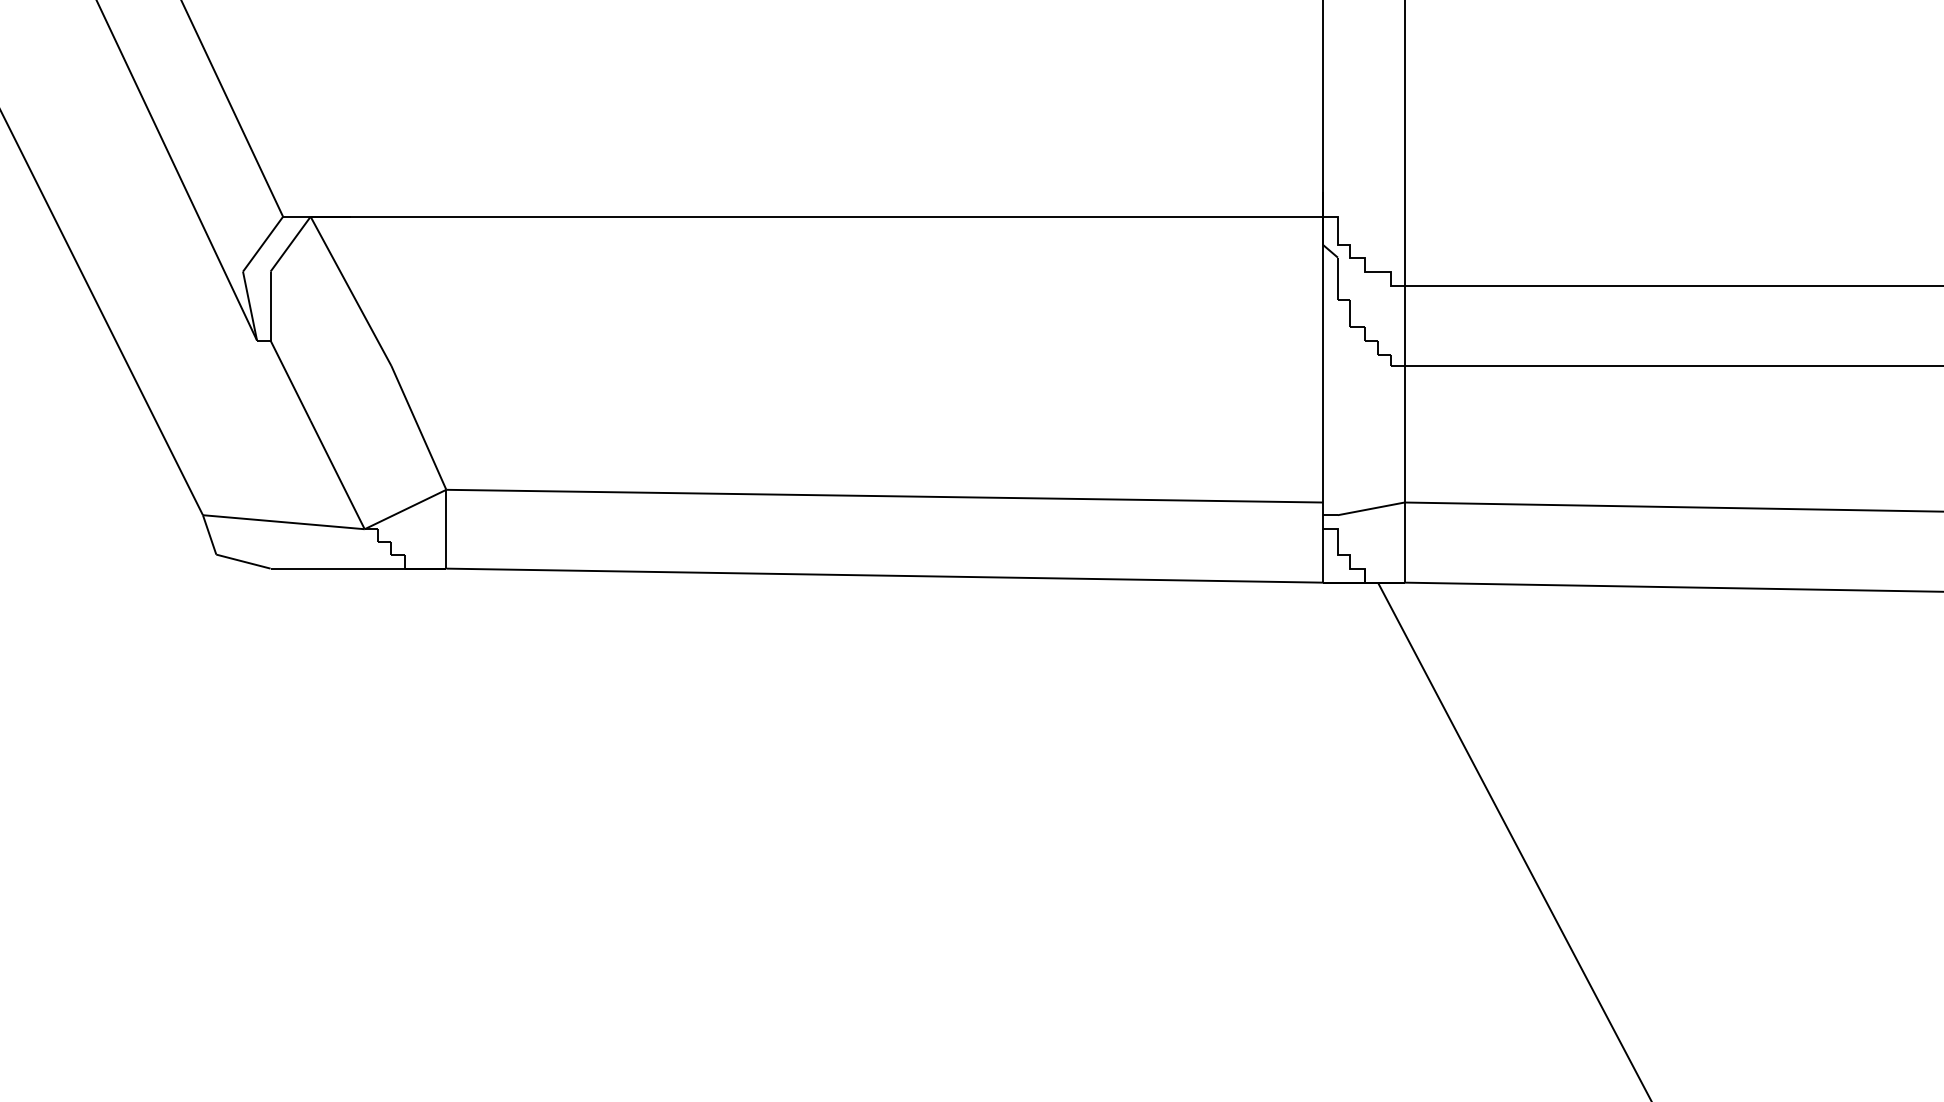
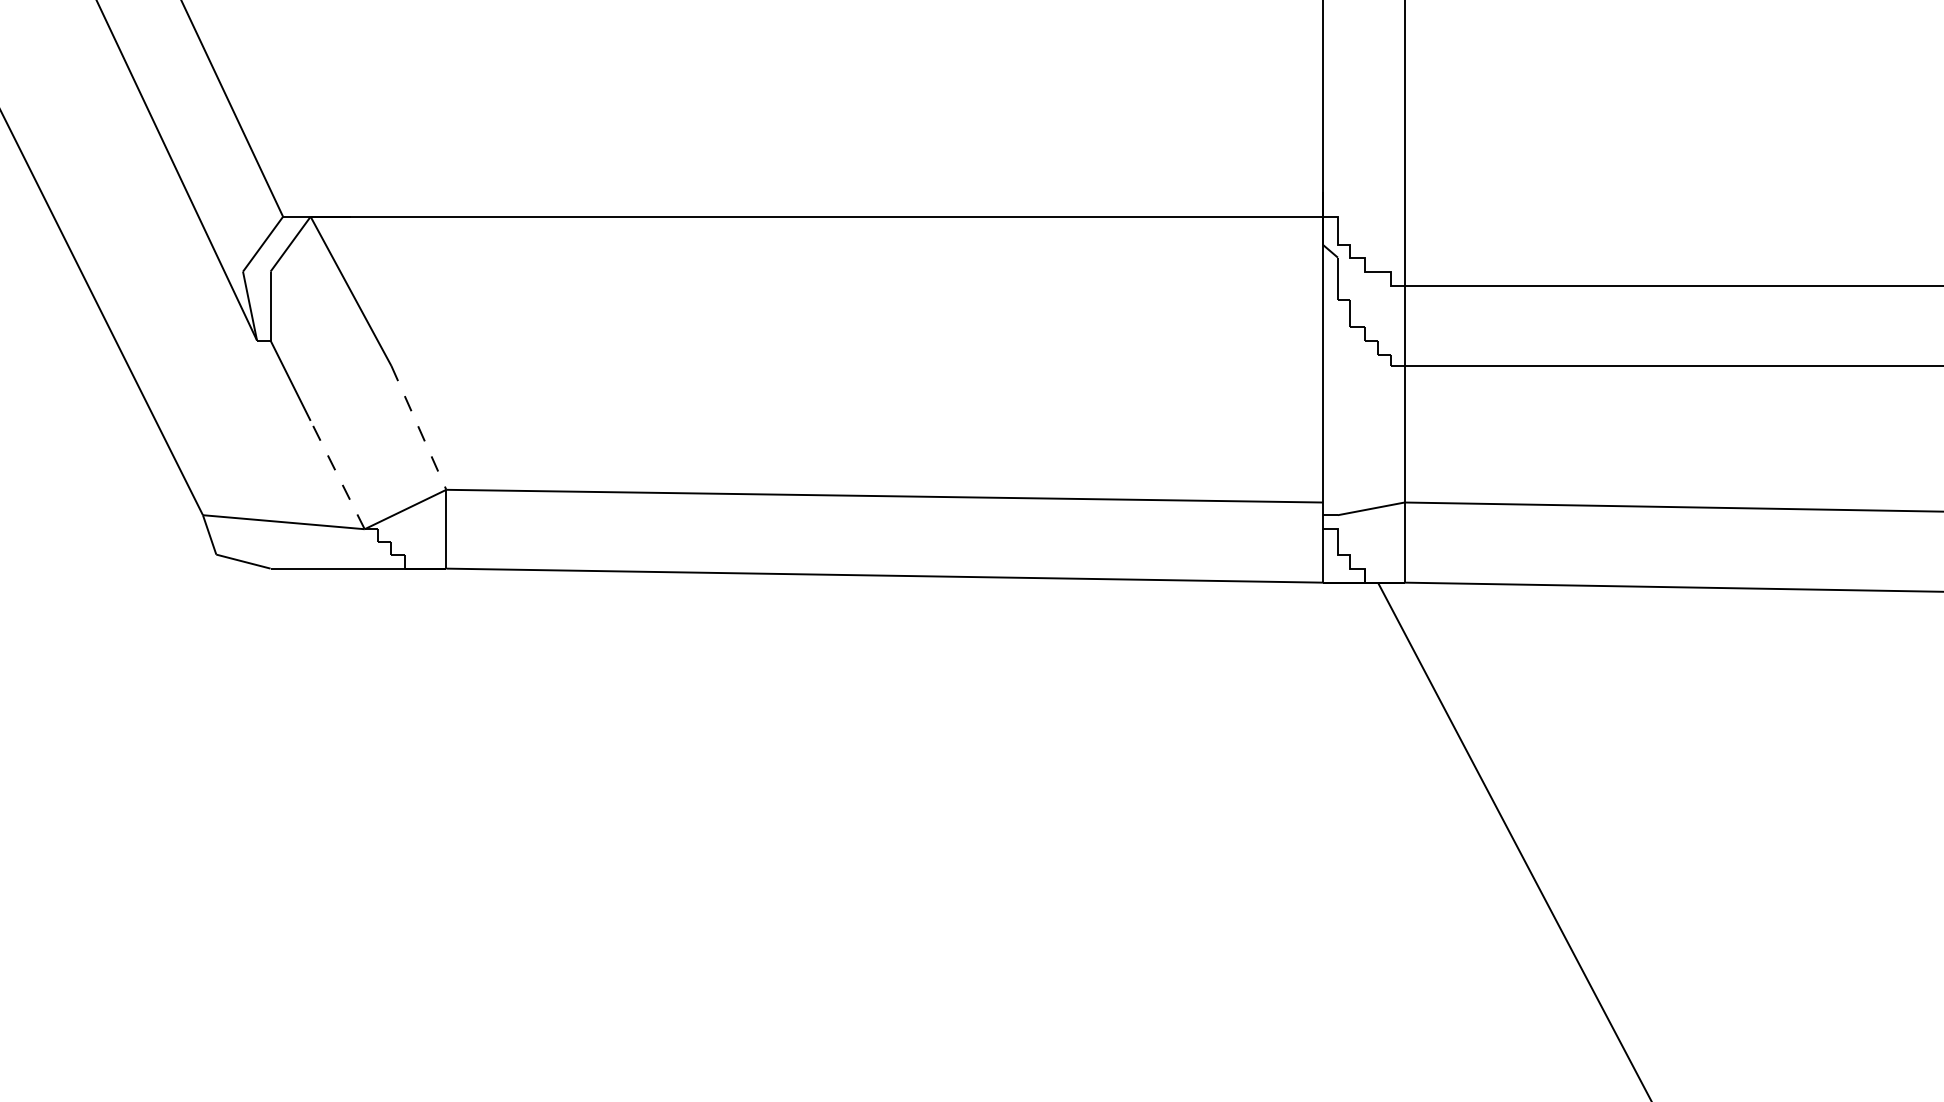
line at (418, 427): solid -> dashed
line at (337, 475): solid -> dashed
